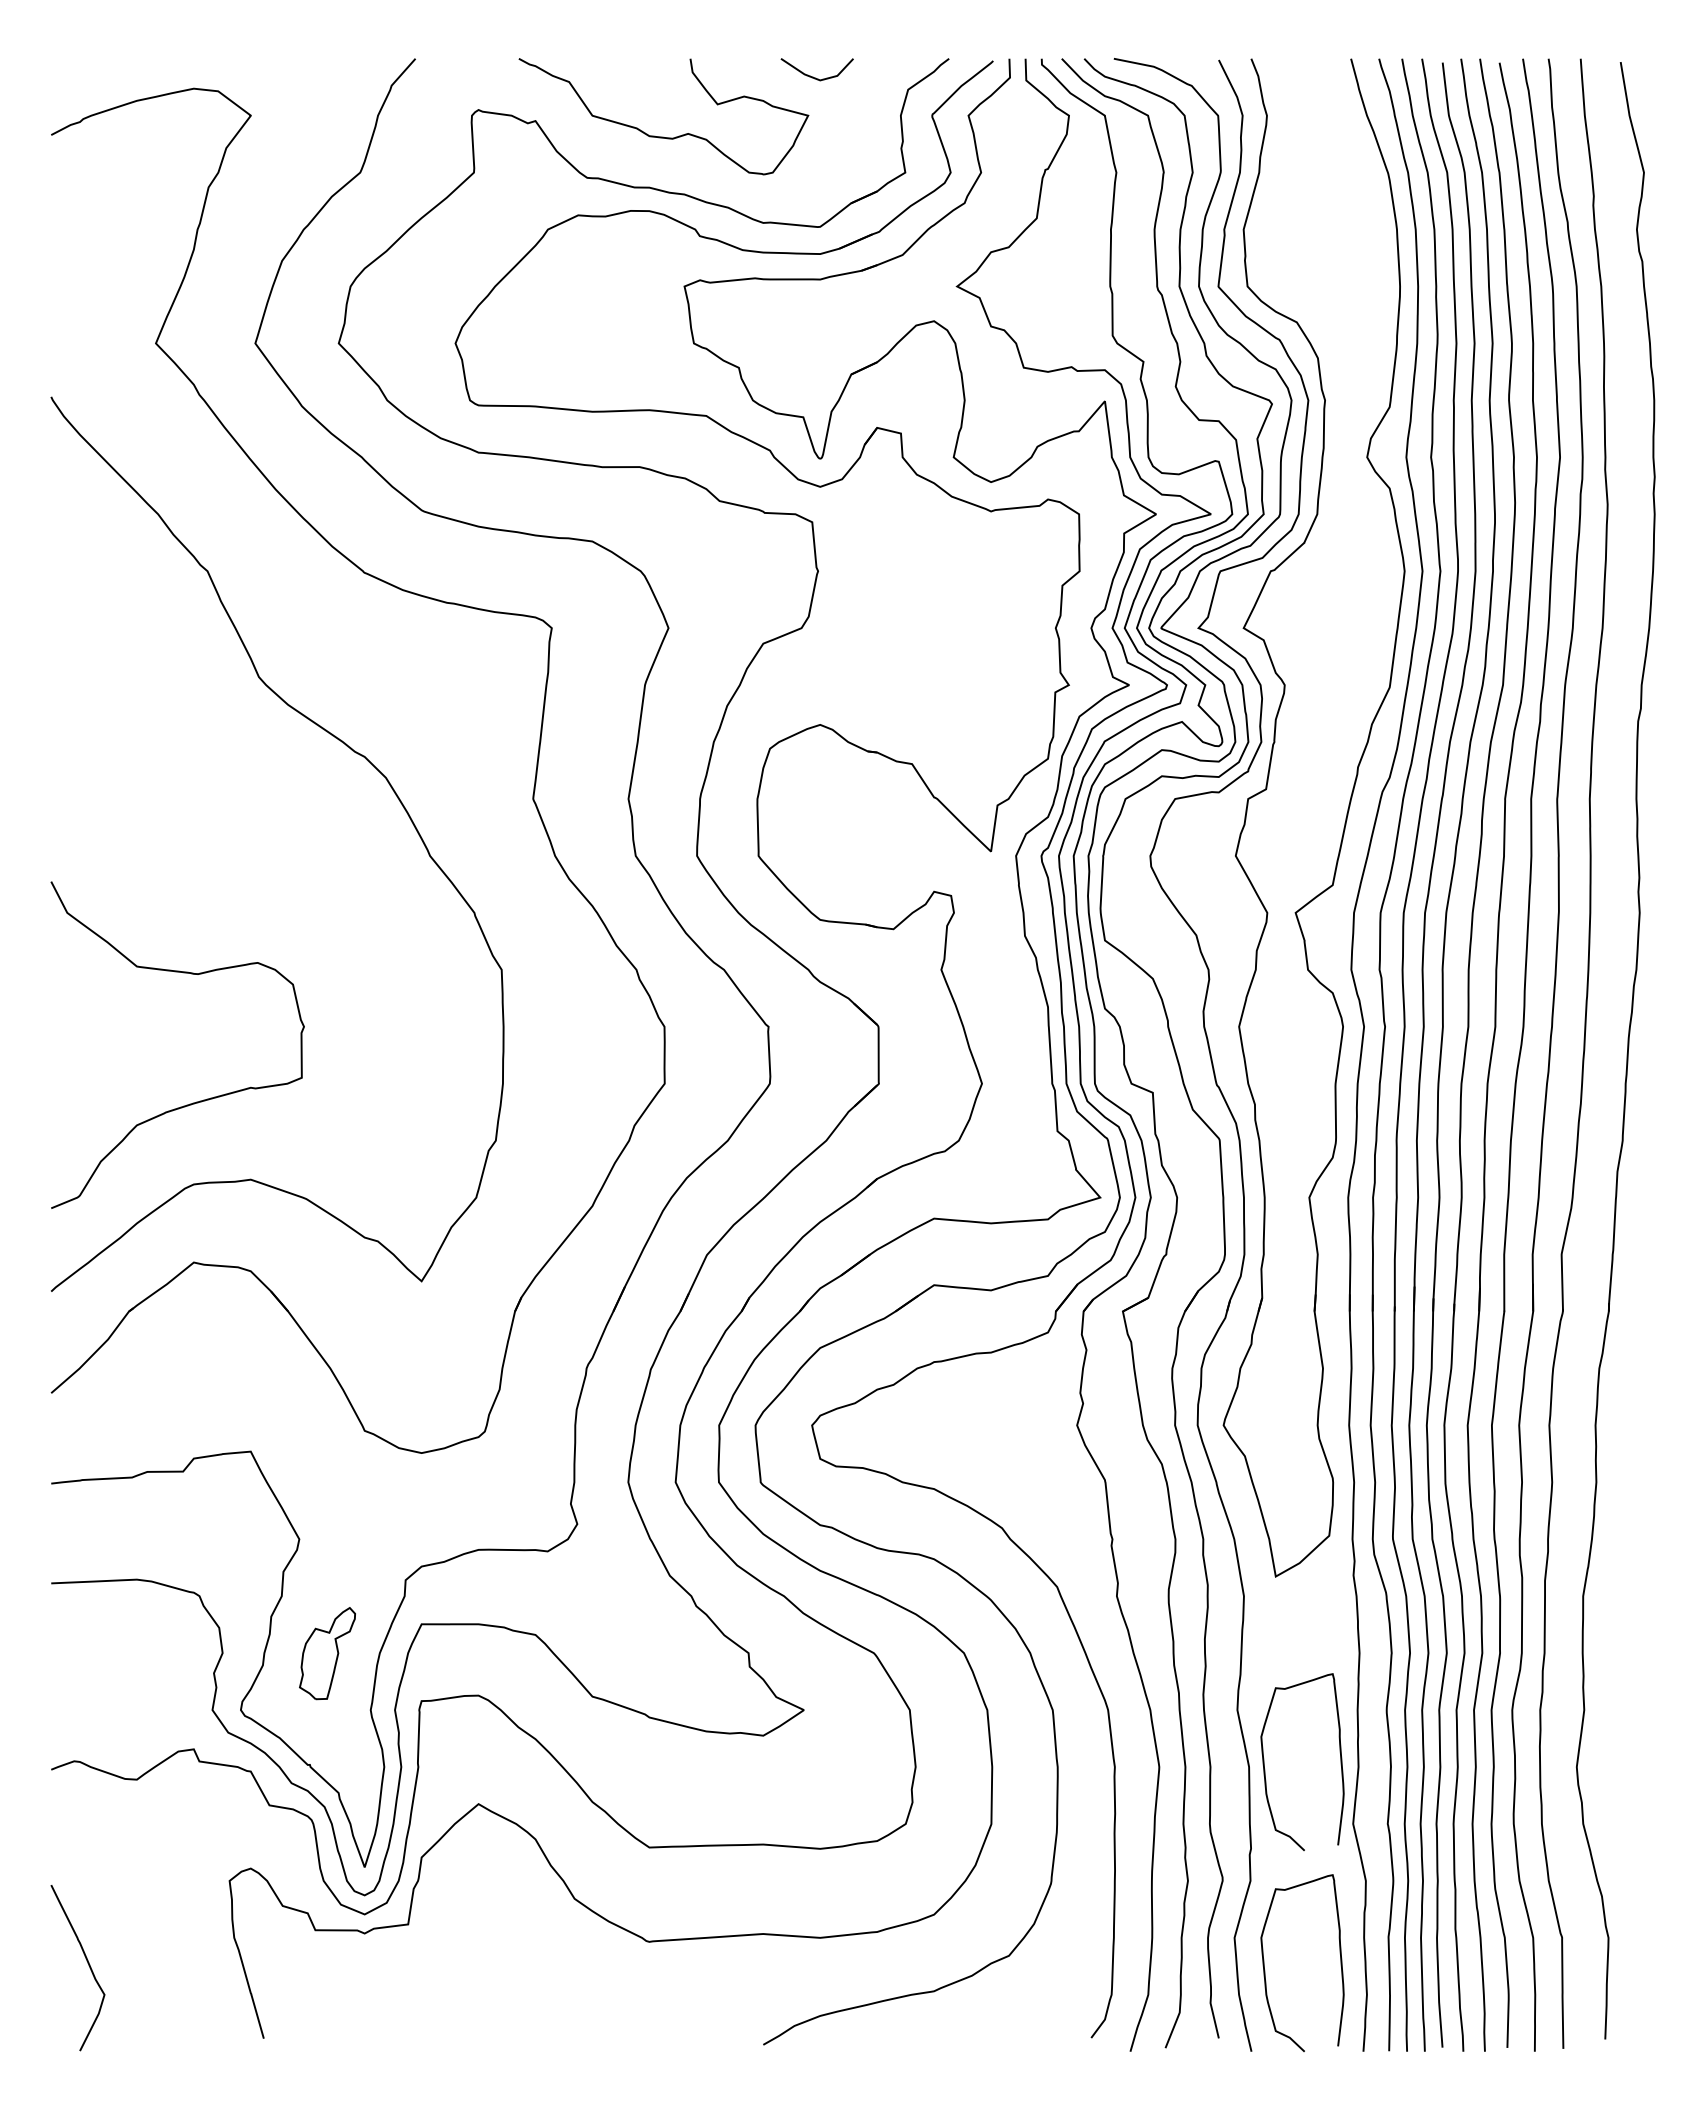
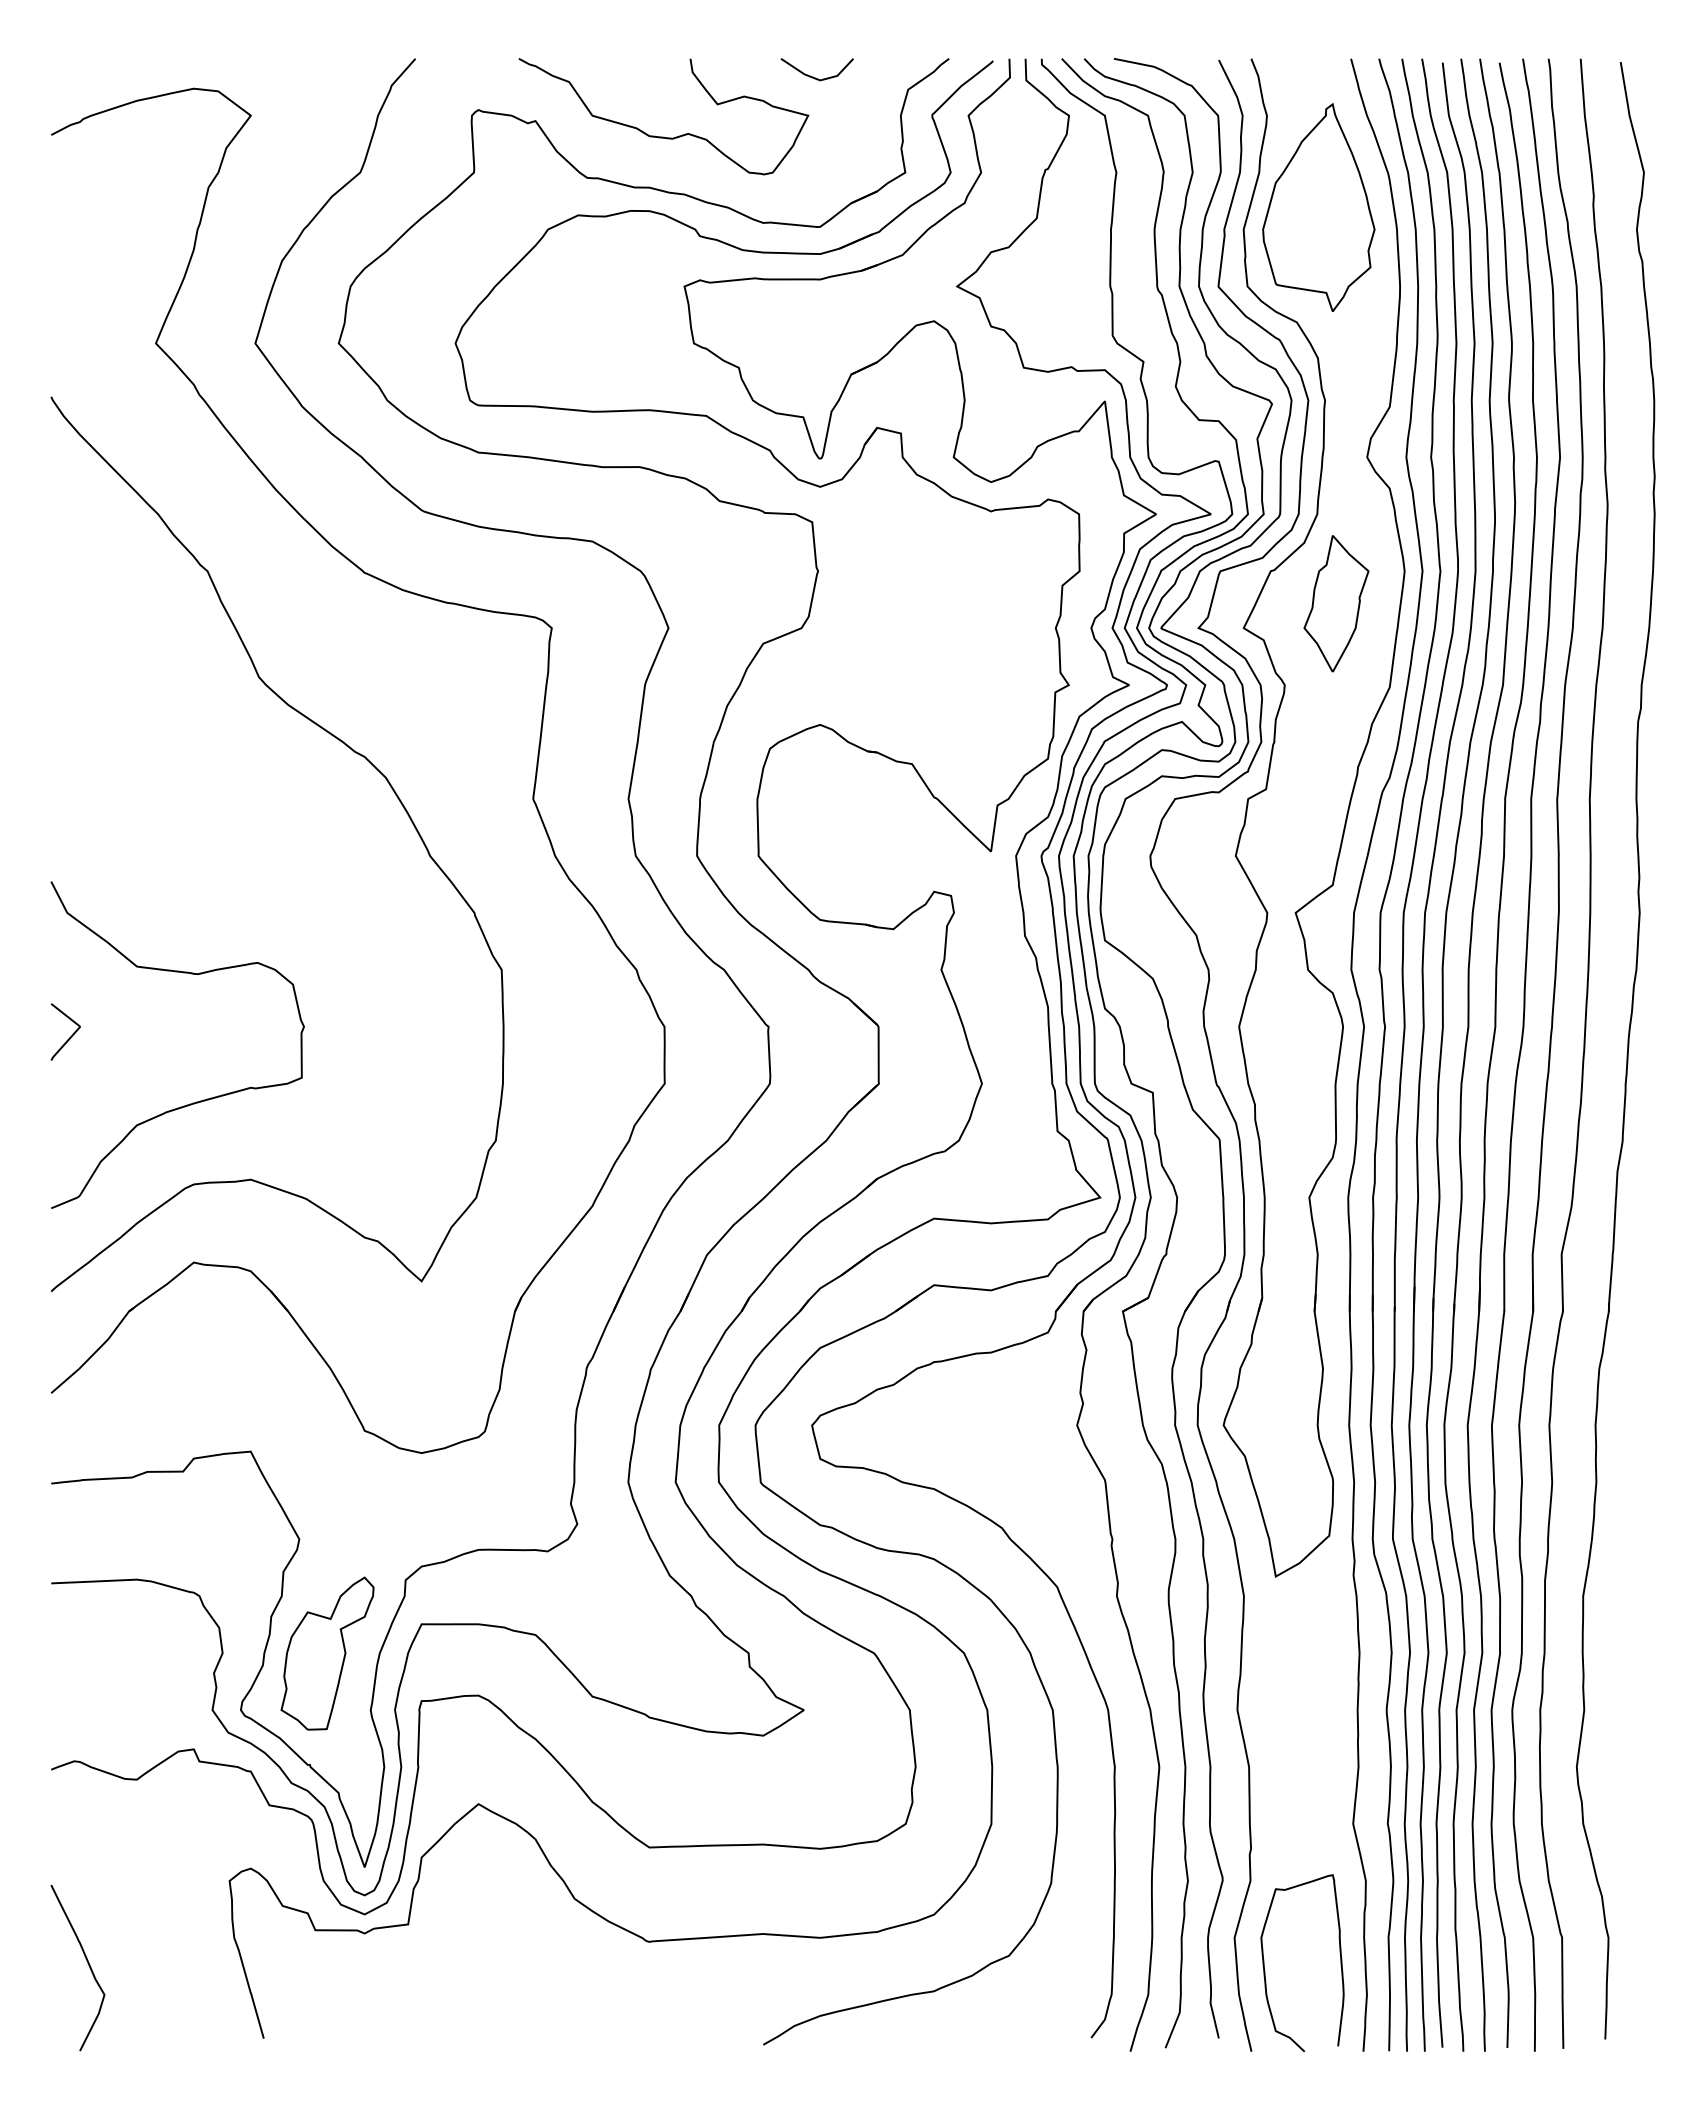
part at (1318, 207): none -> present
part at (1336, 603): none -> present
curve at (70, 1036): none -> present
part at (327, 1653) size: 57x94 px -> 95x155 px
curve at (1265, 1769): present -> none
